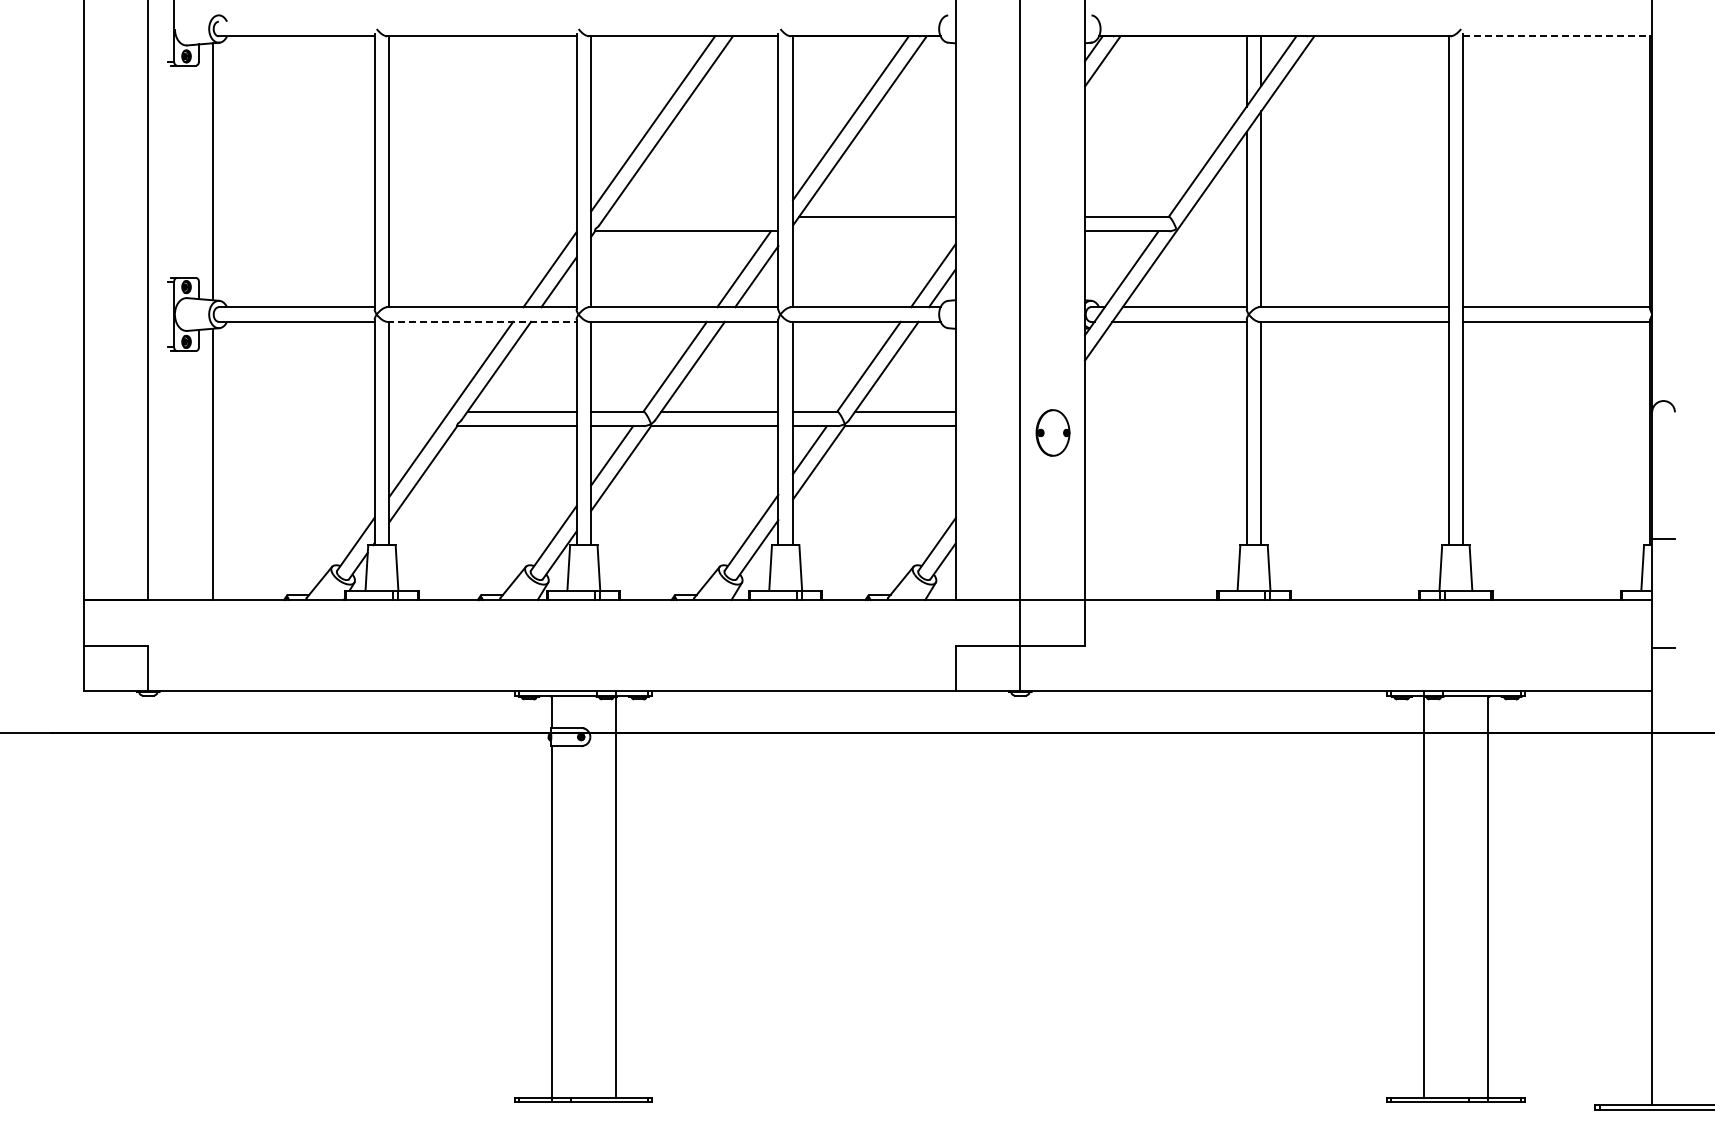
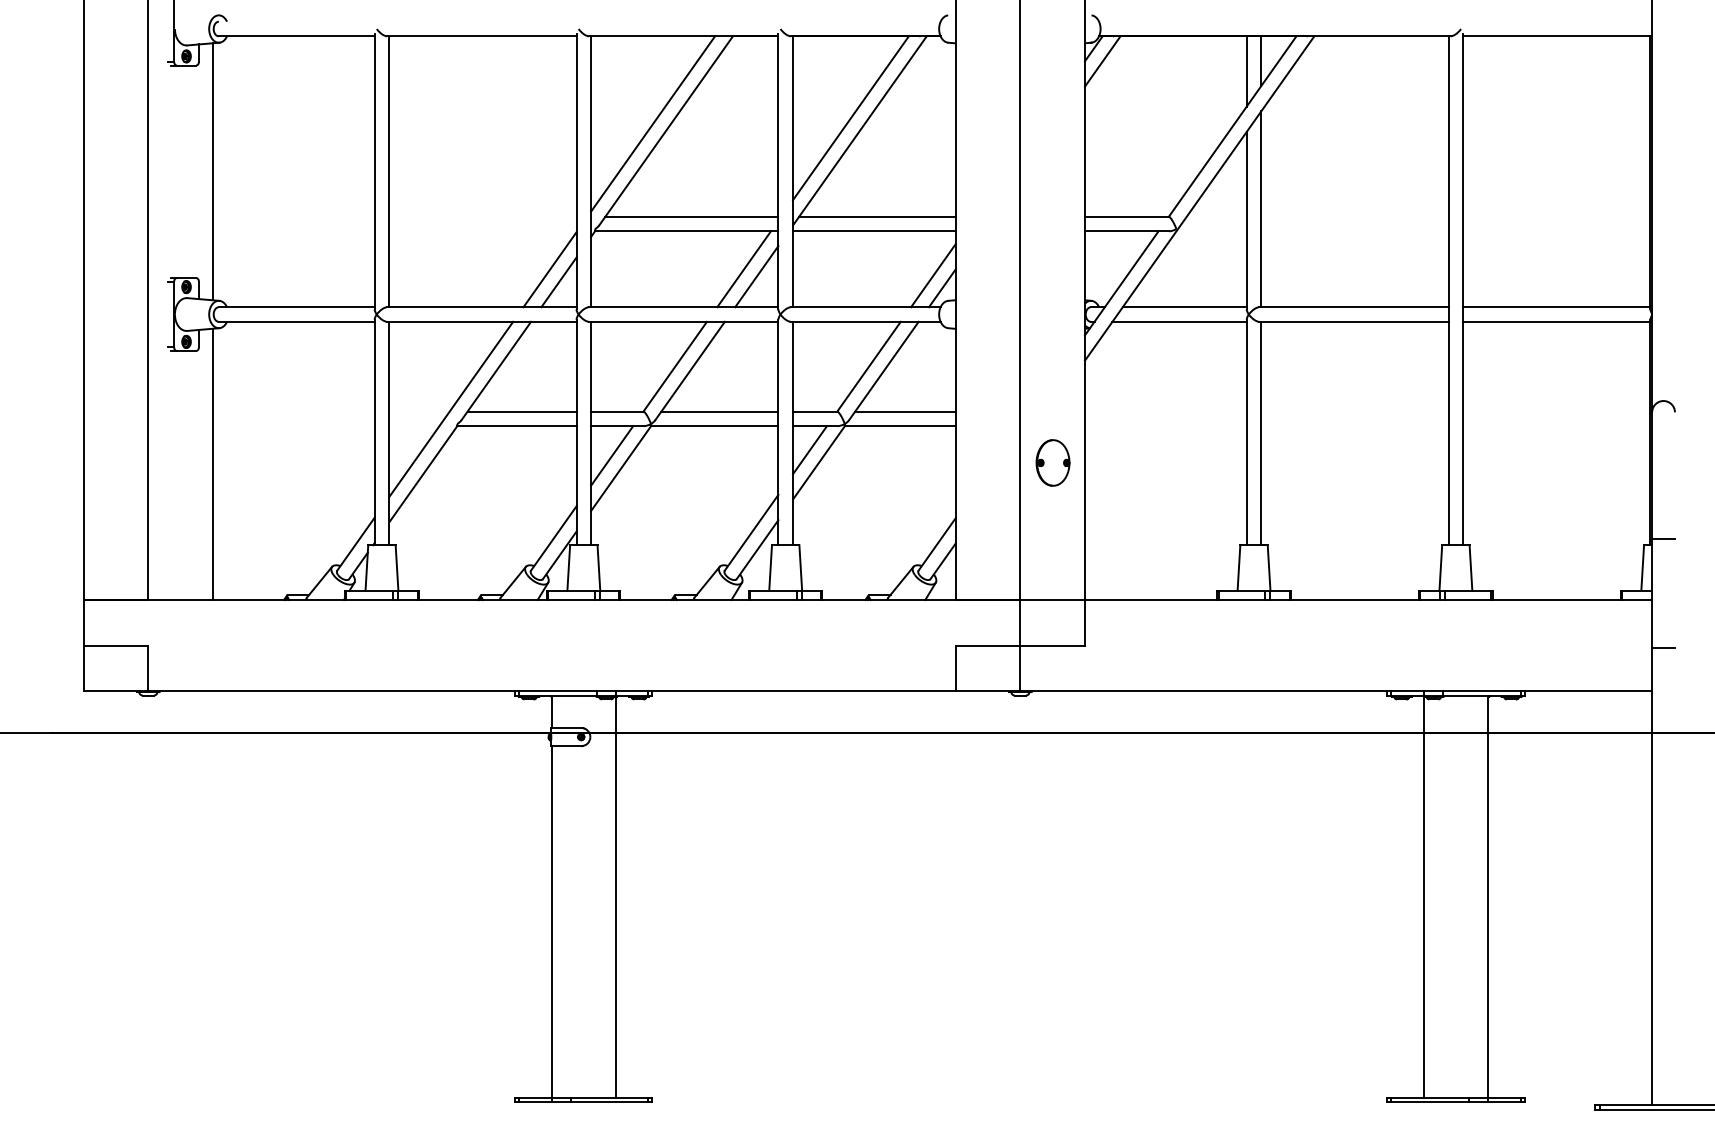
line at (1558, 36): dashed -> solid
line at (691, 216): none -> present
line at (874, 231): none -> present
line at (481, 321): dashed -> solid
part at (1052, 432) position: (1052, 432) -> (1052, 462)
